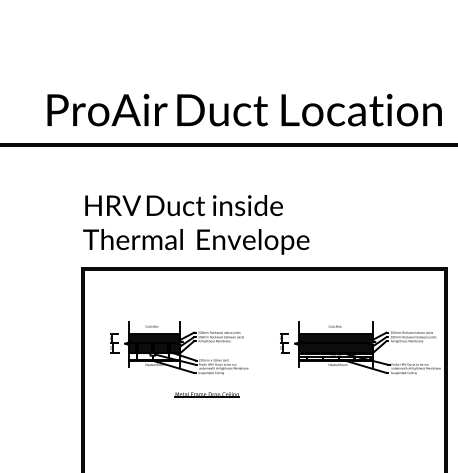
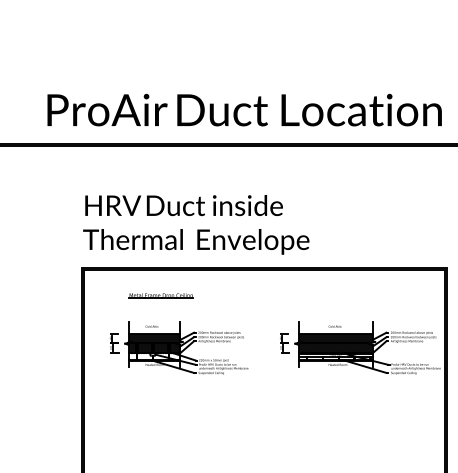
part at (206, 394) position: (206, 394) -> (160, 295)
